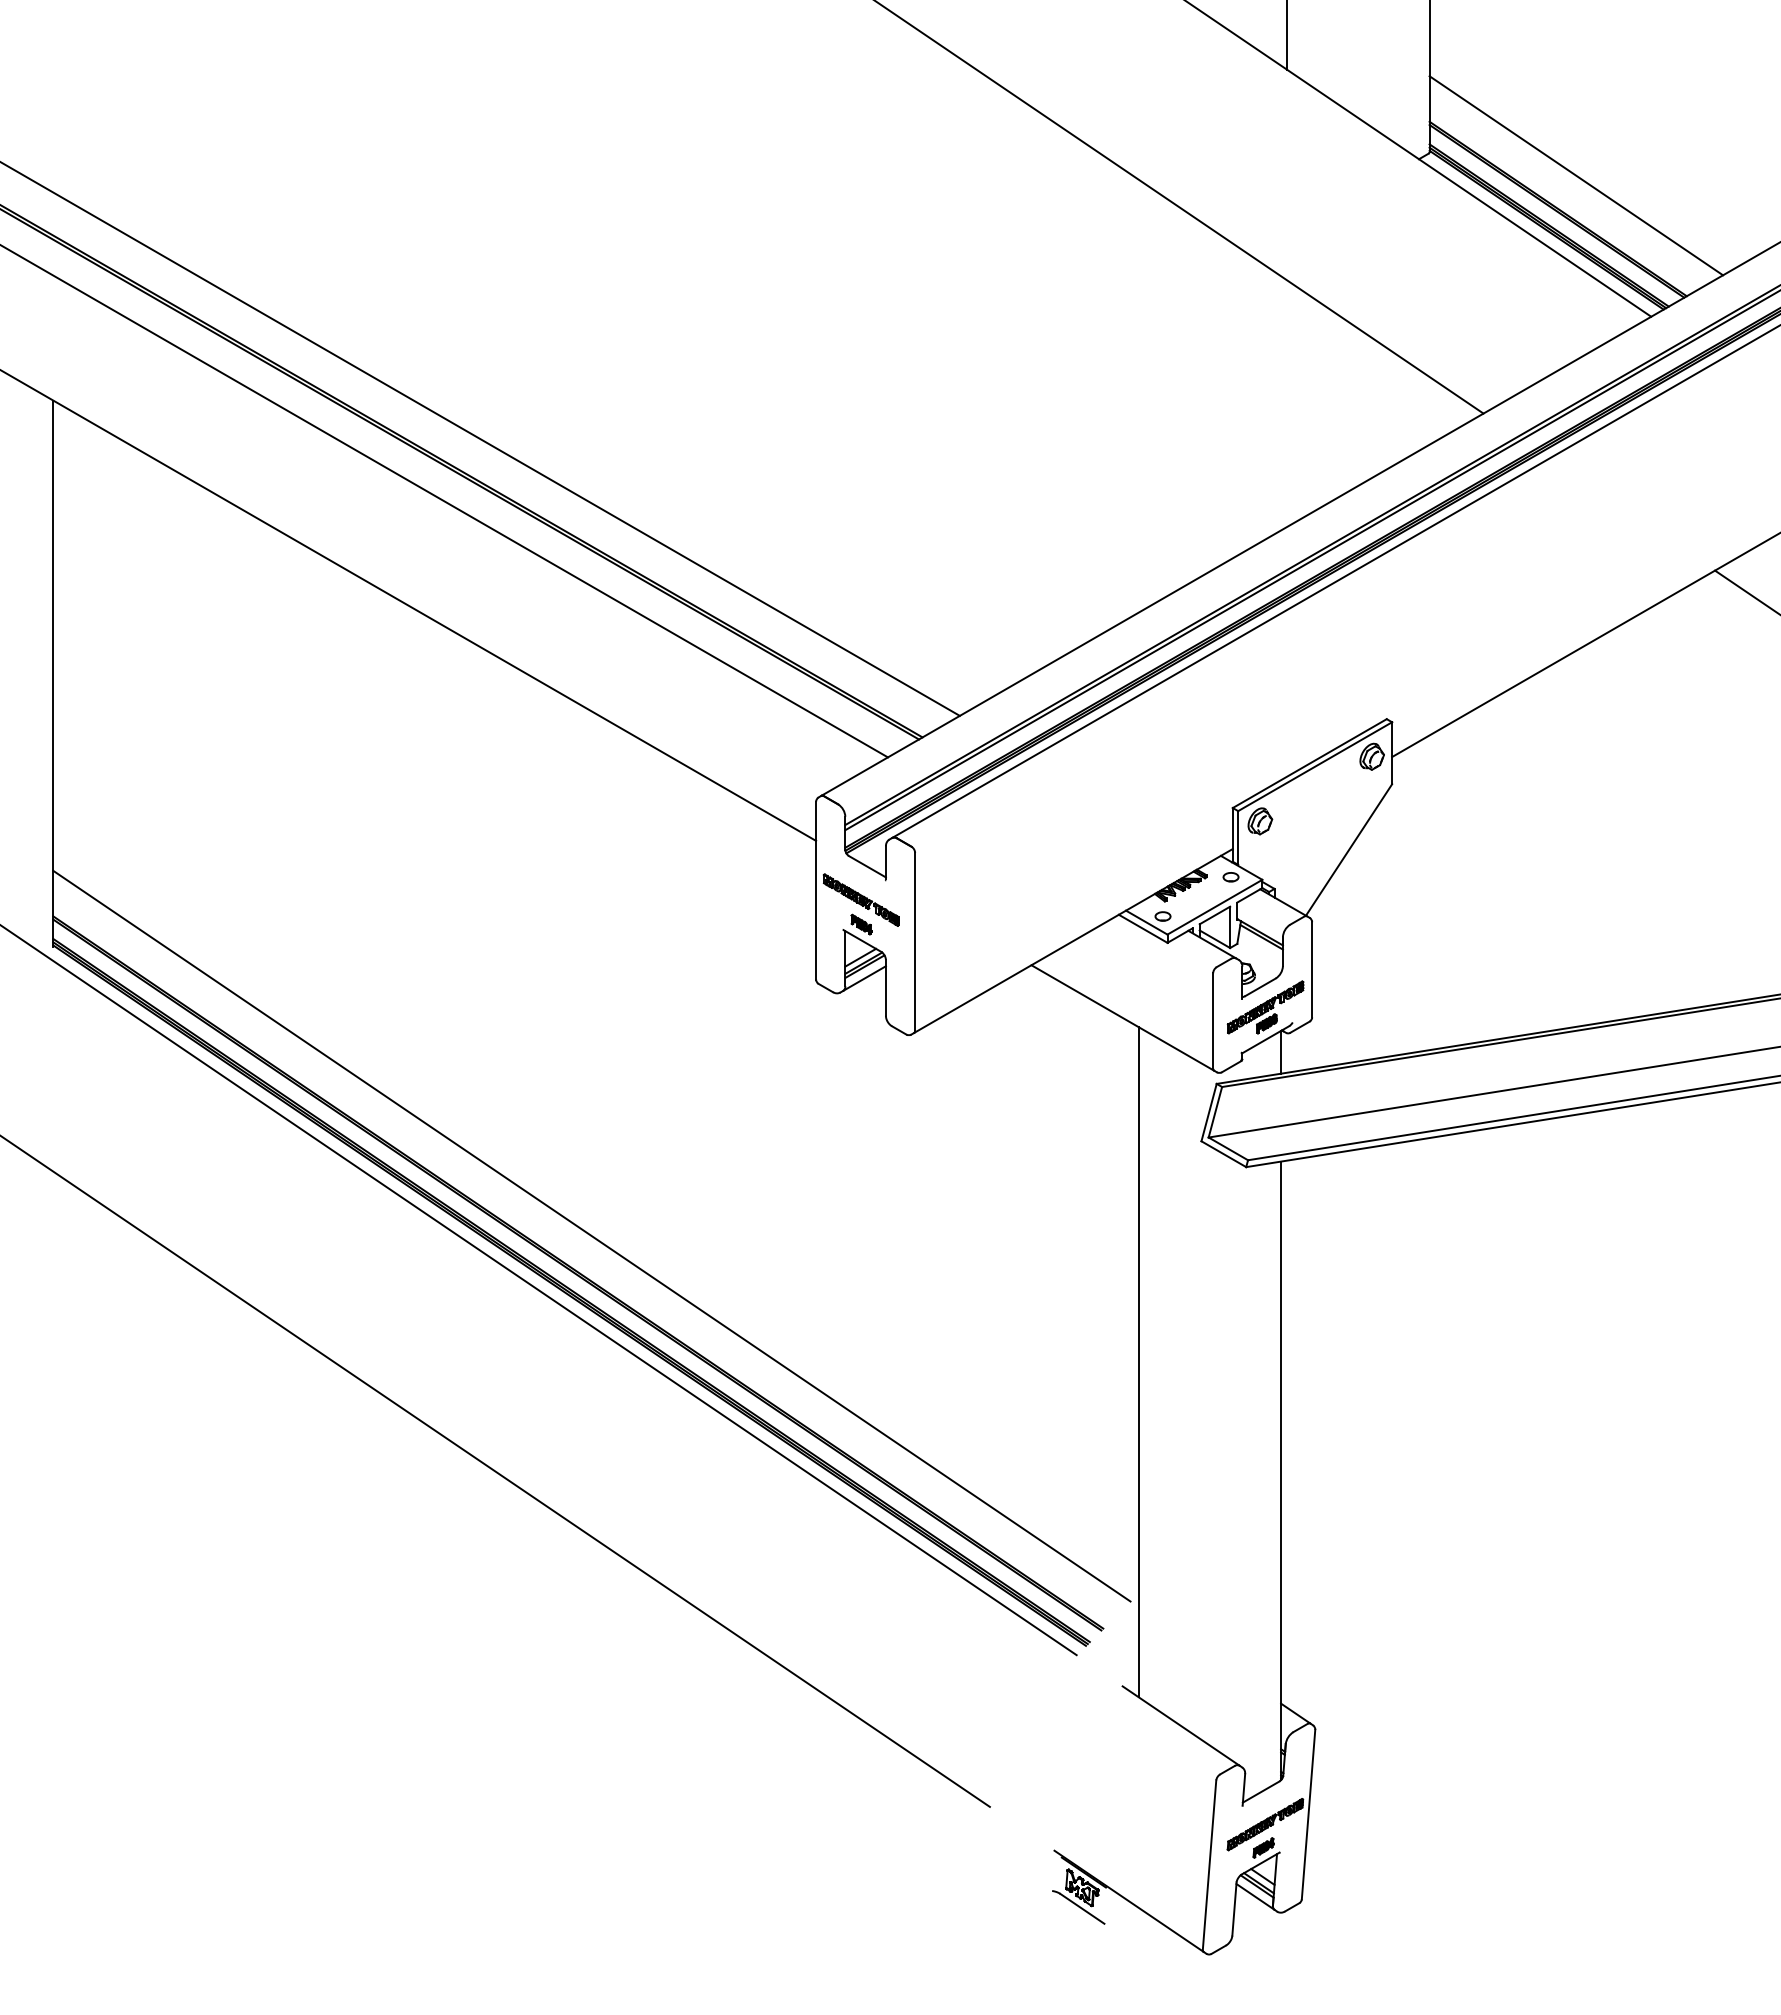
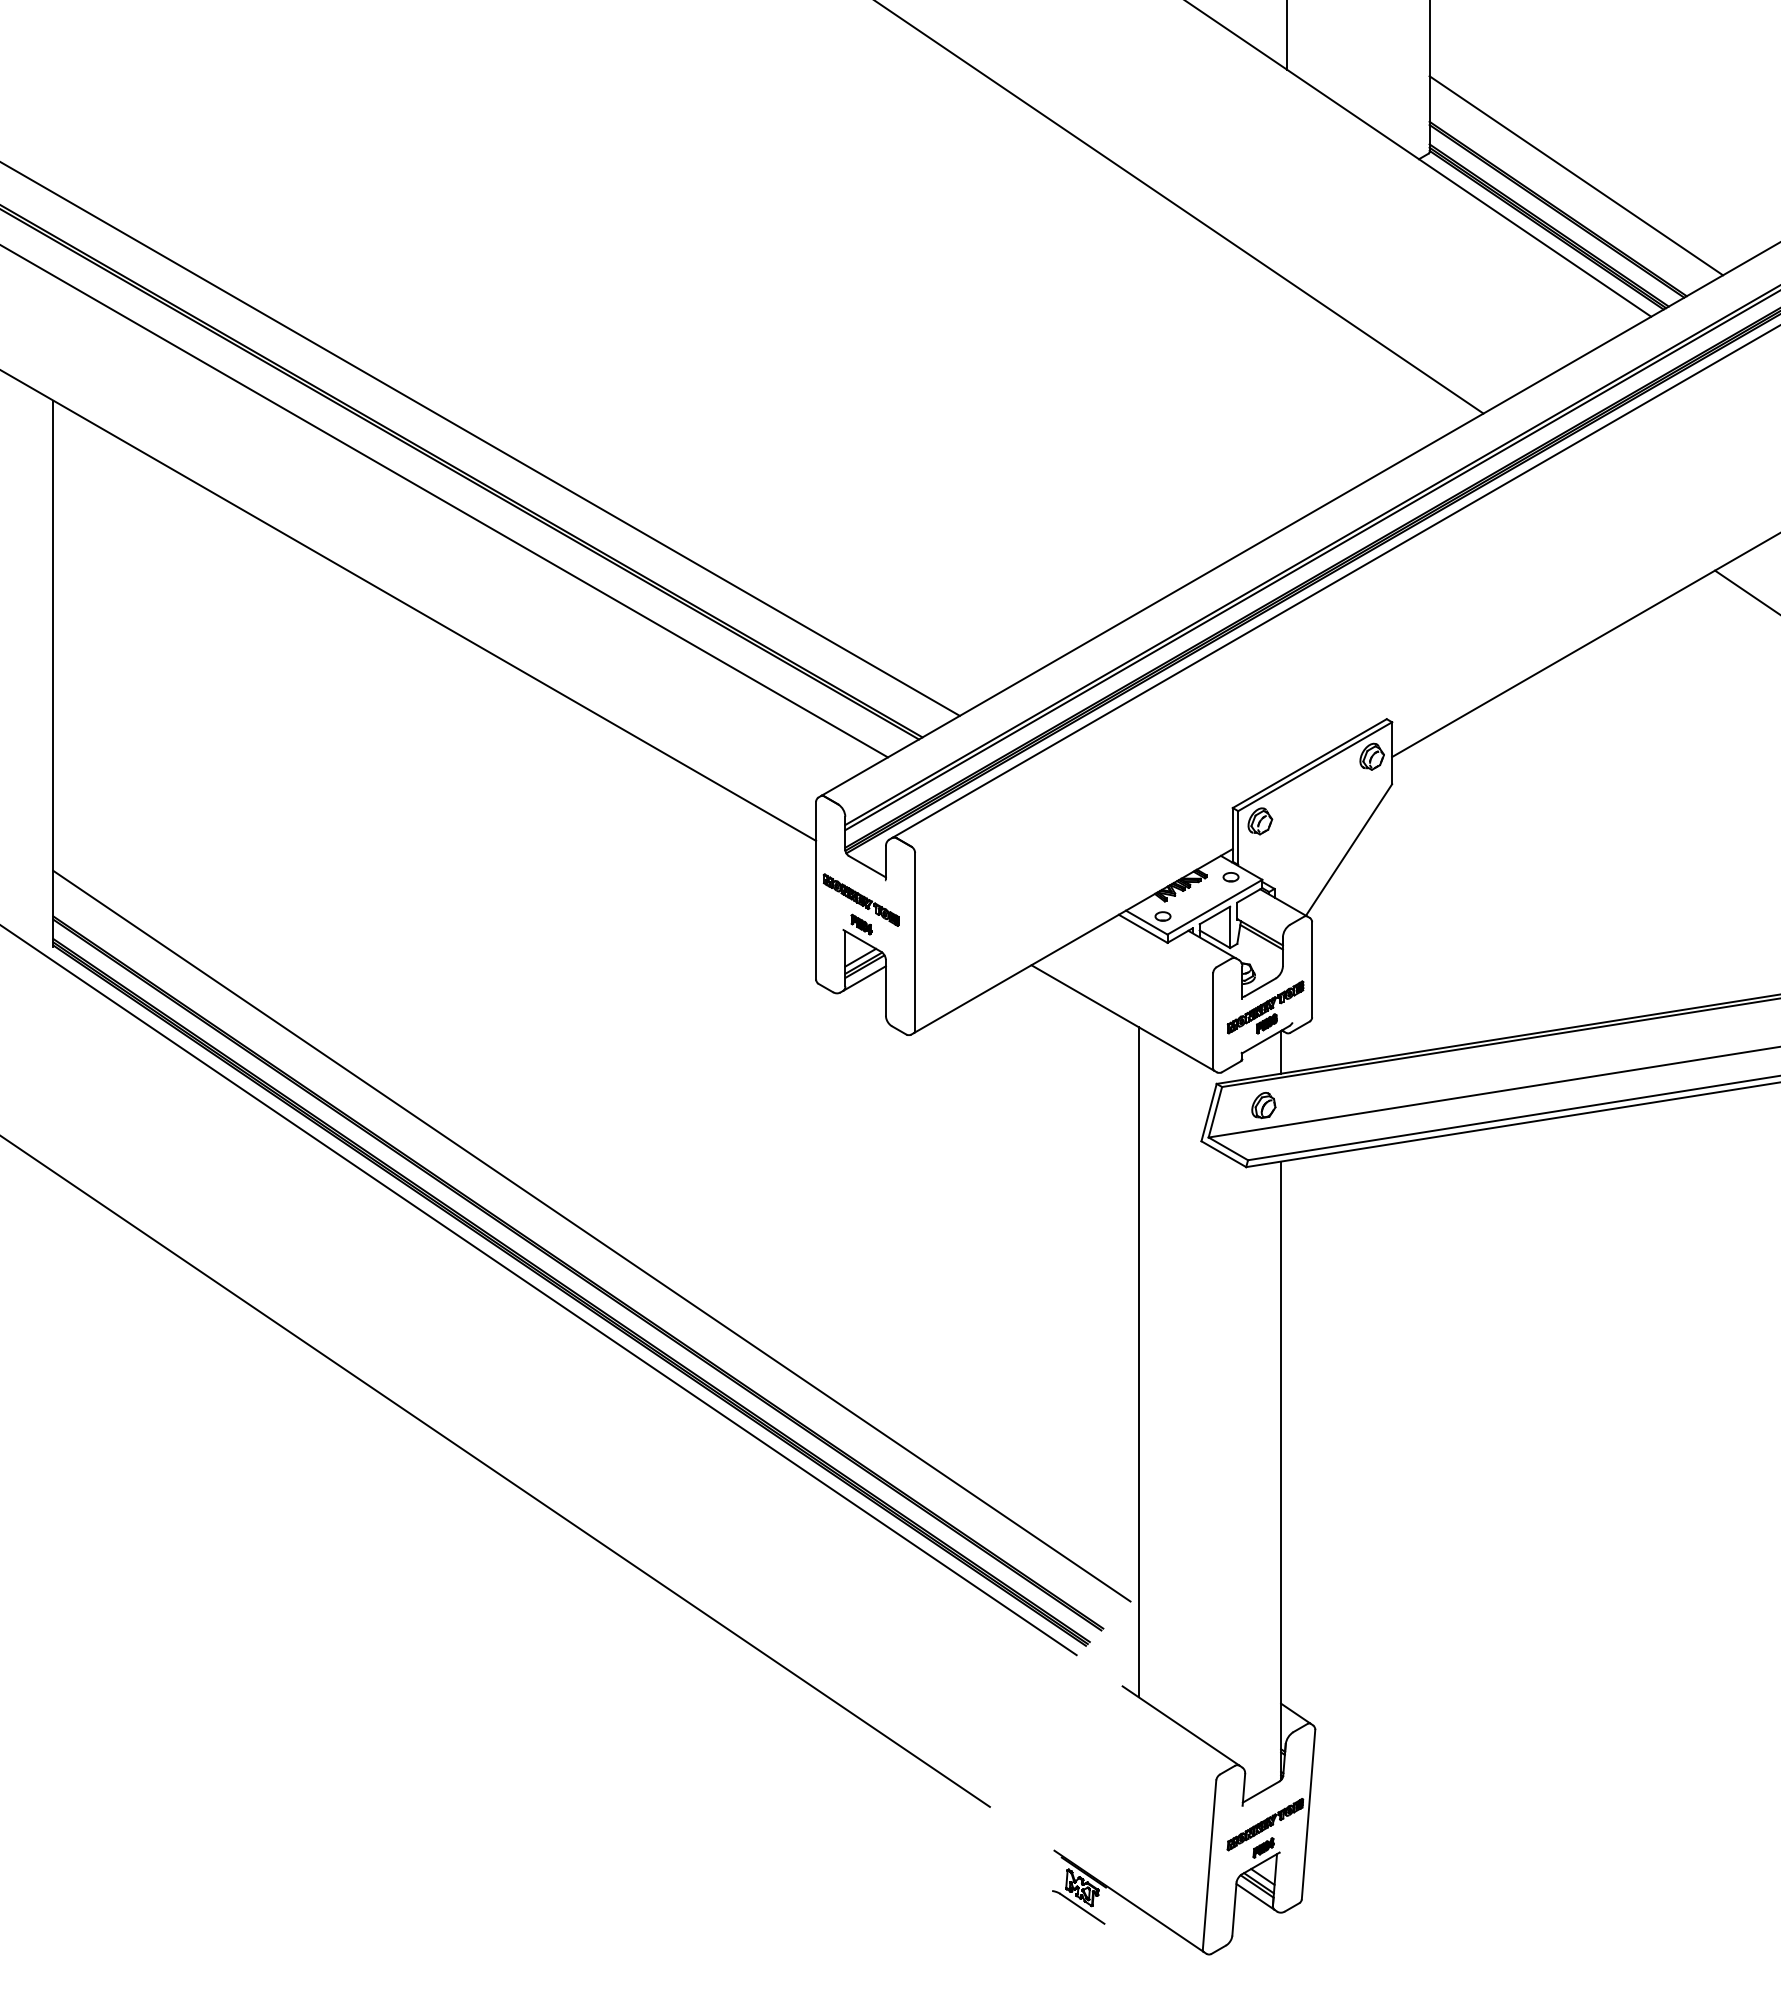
part at (1263, 1105): none -> present
